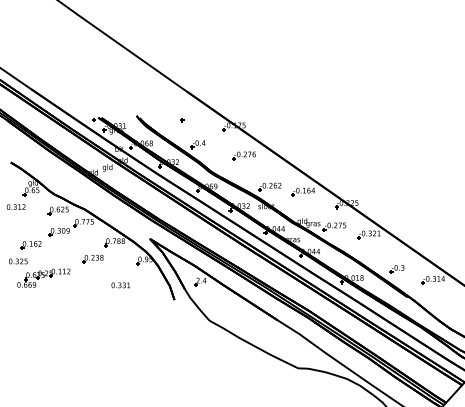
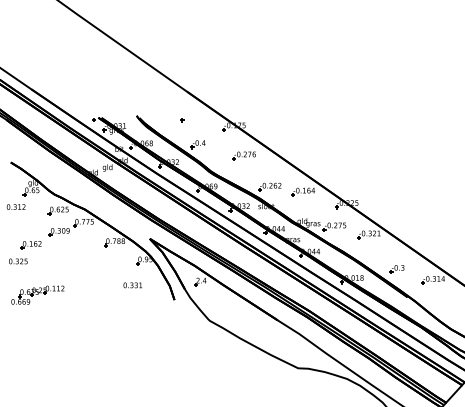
part at (92, 258): present -> none
part at (43, 277) position: (43, 277) -> (37, 294)
text at (120, 285) position: (120, 285) -> (132, 285)
